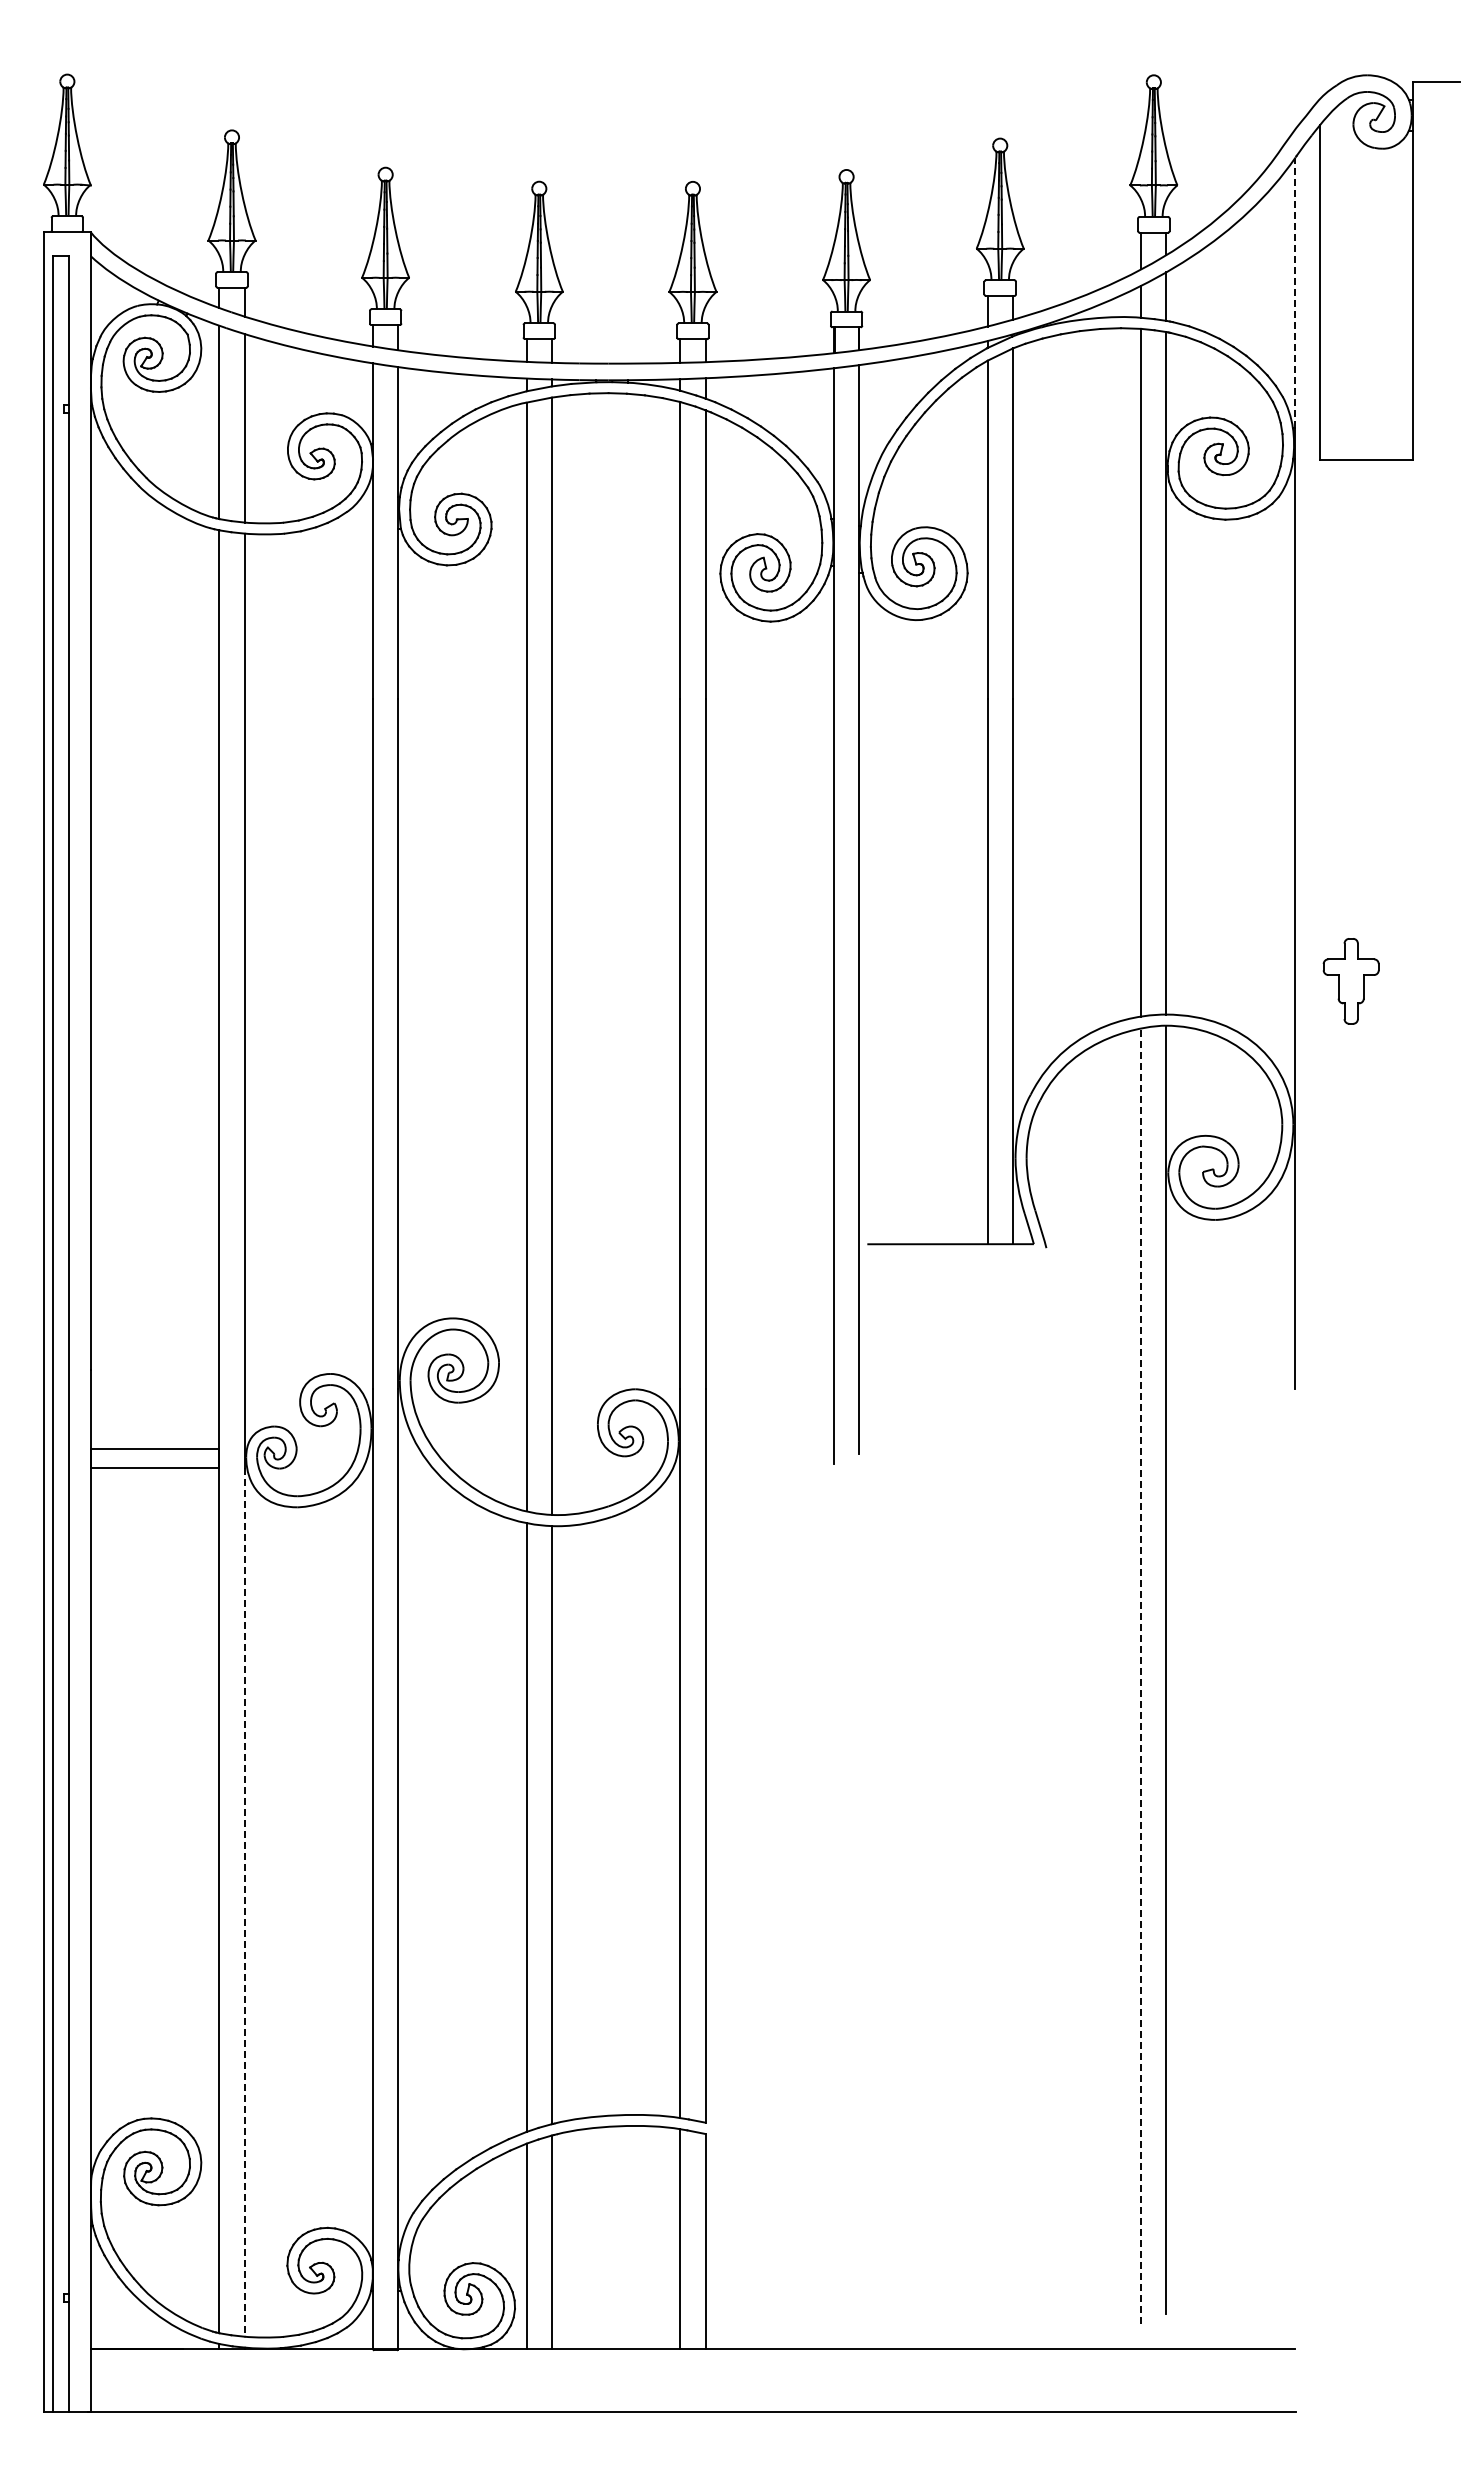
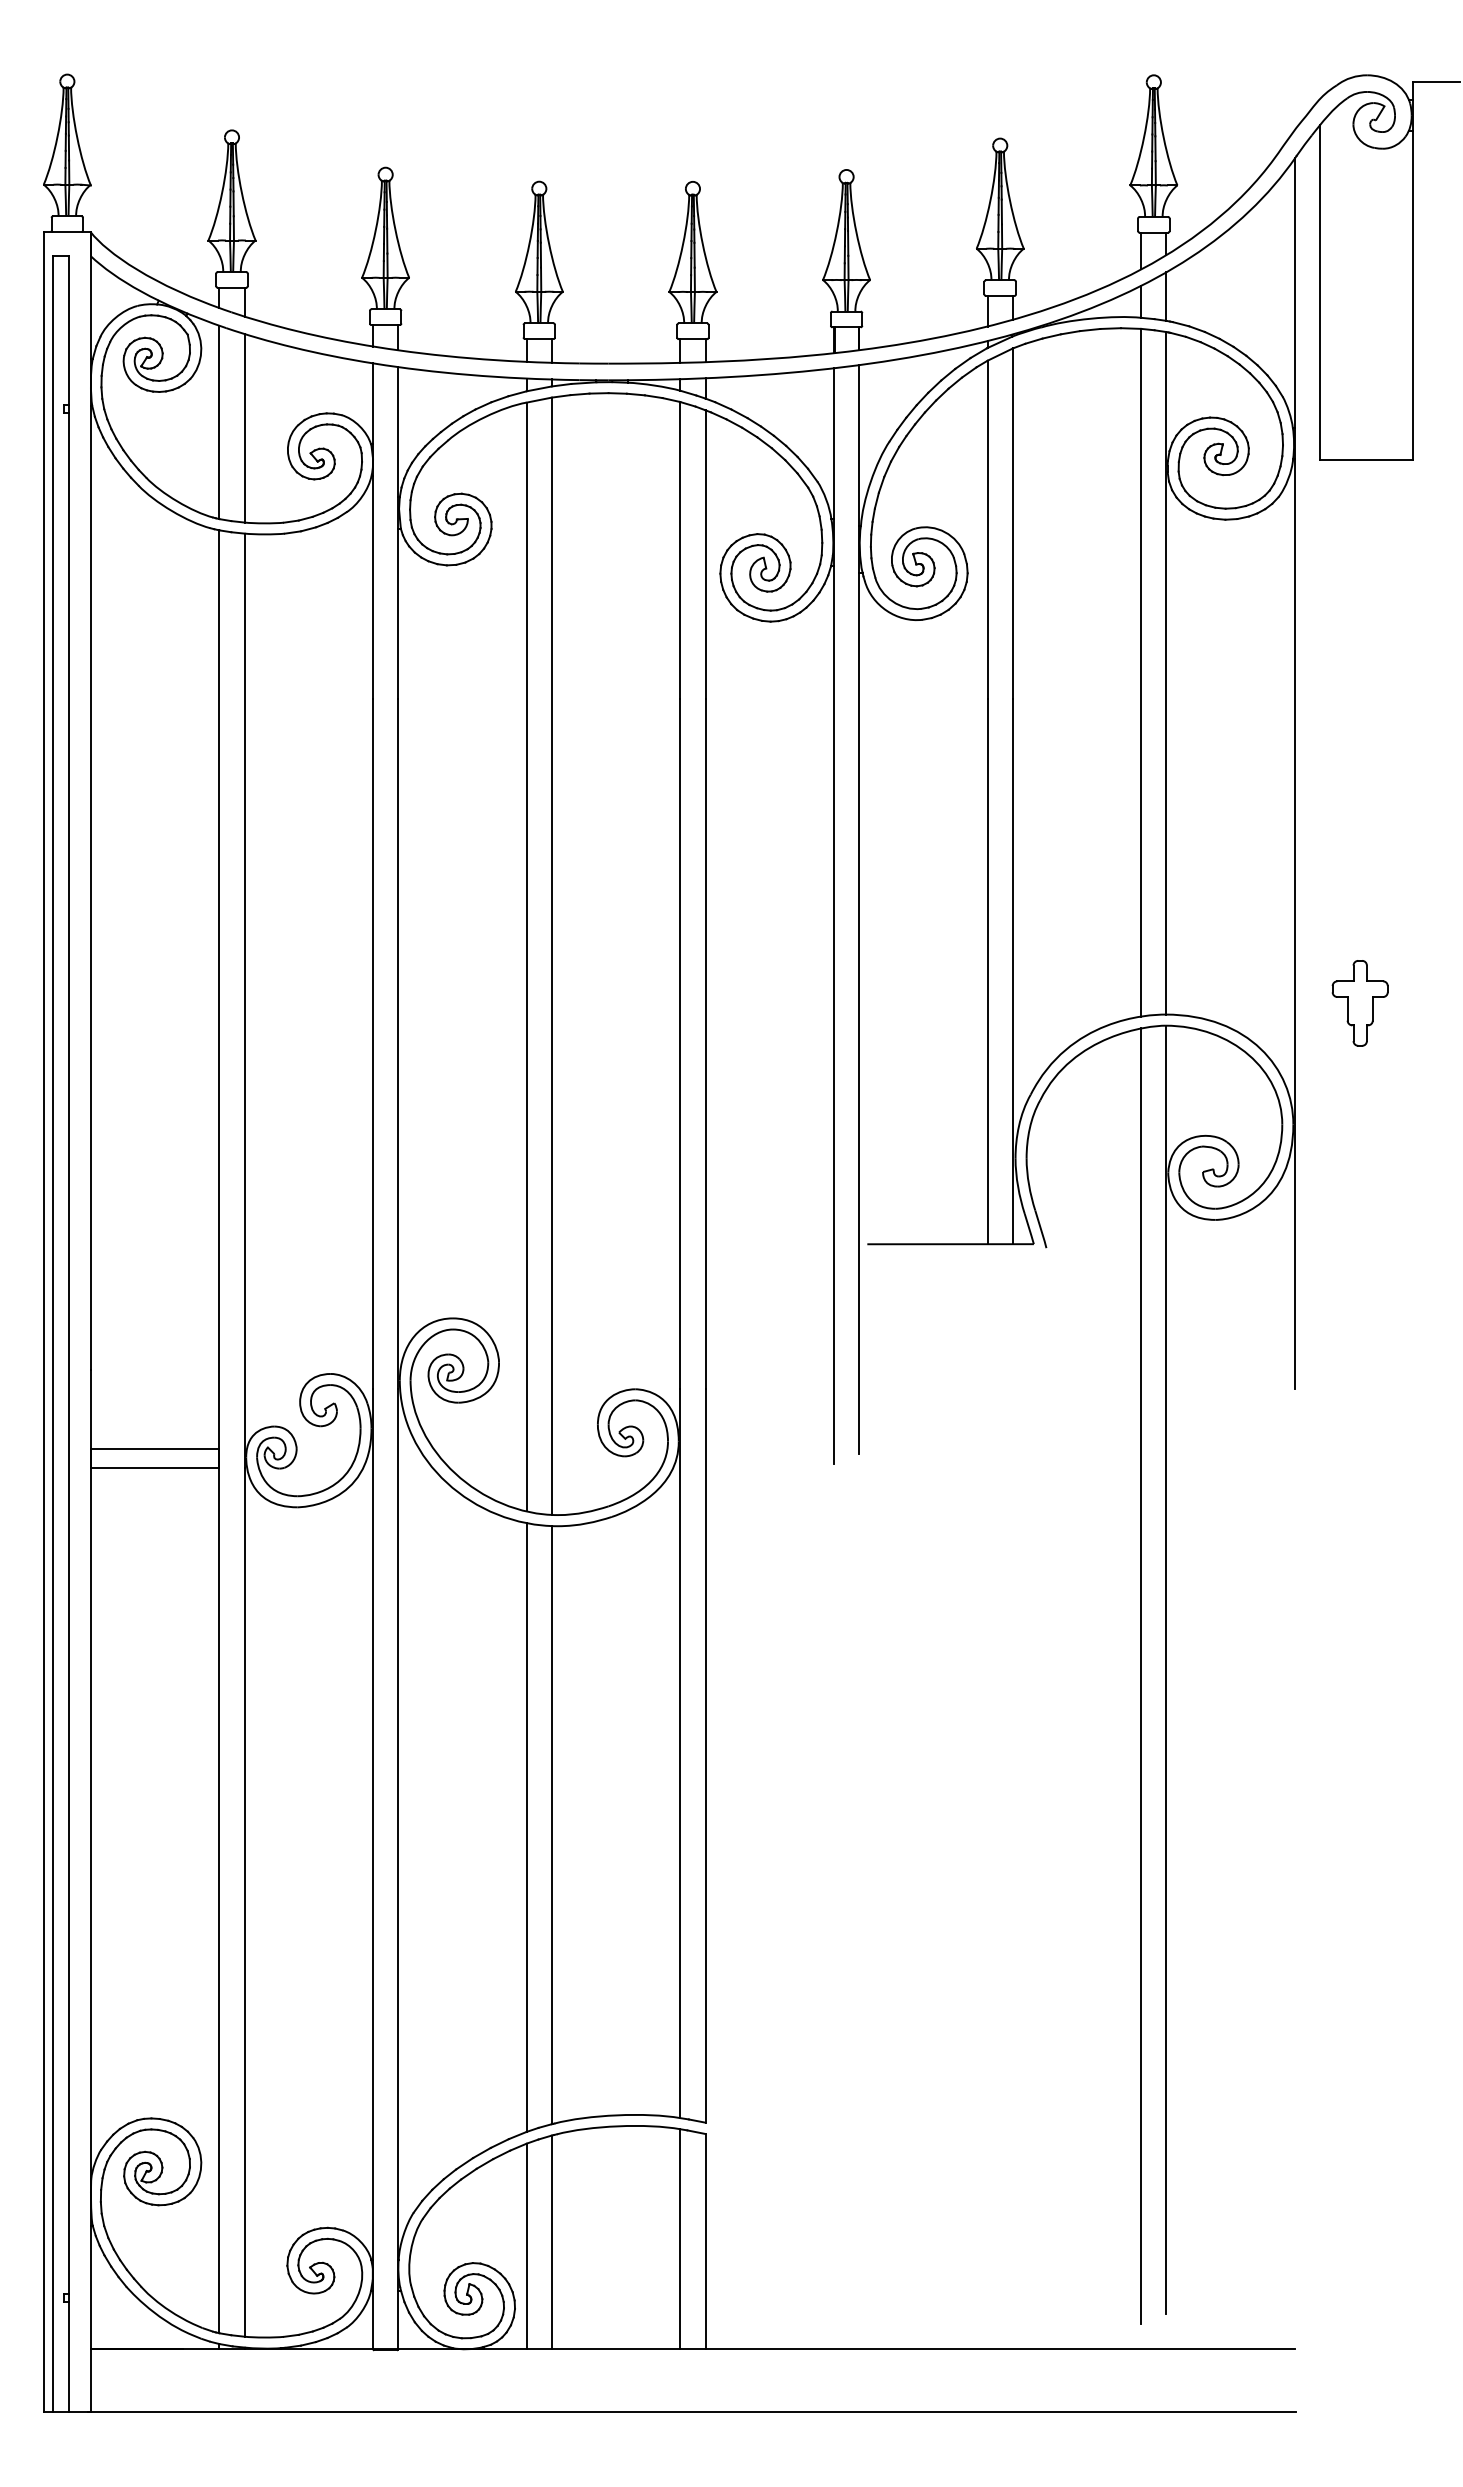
line at (1294, 293): dashed -> solid
part at (1350, 981) position: (1350, 981) -> (1359, 1003)
line at (1141, 1676): dashed -> solid
line at (244, 1902): dashed -> solid
